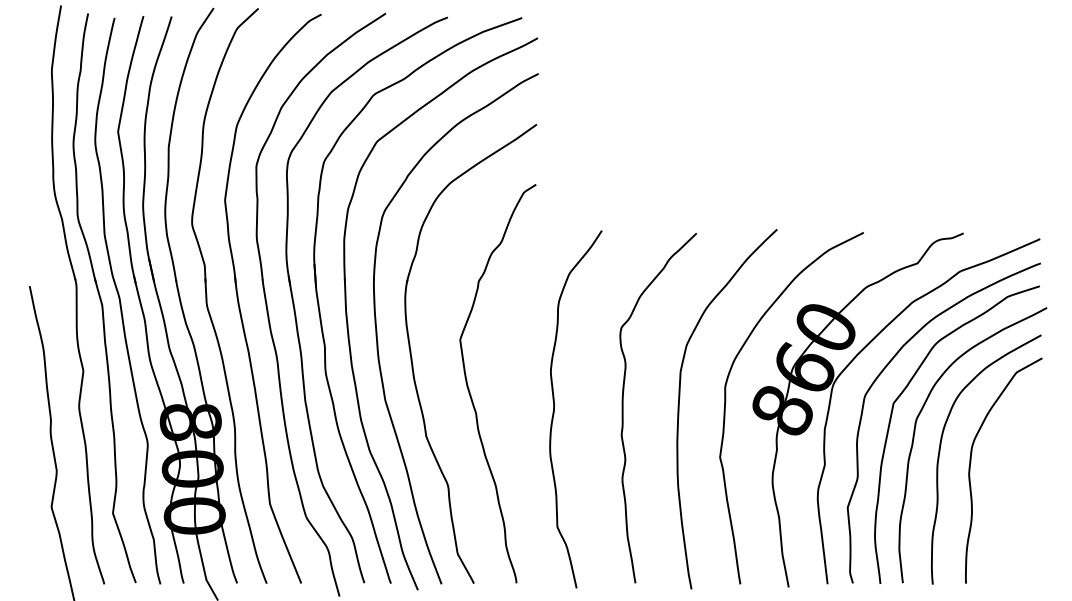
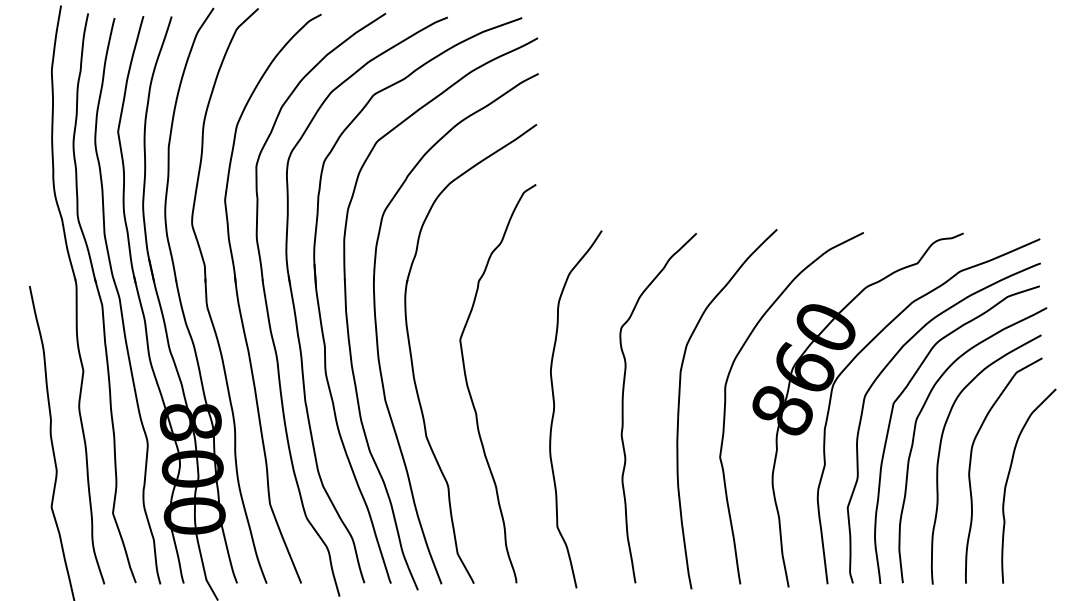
curve at (1008, 479): none -> present
